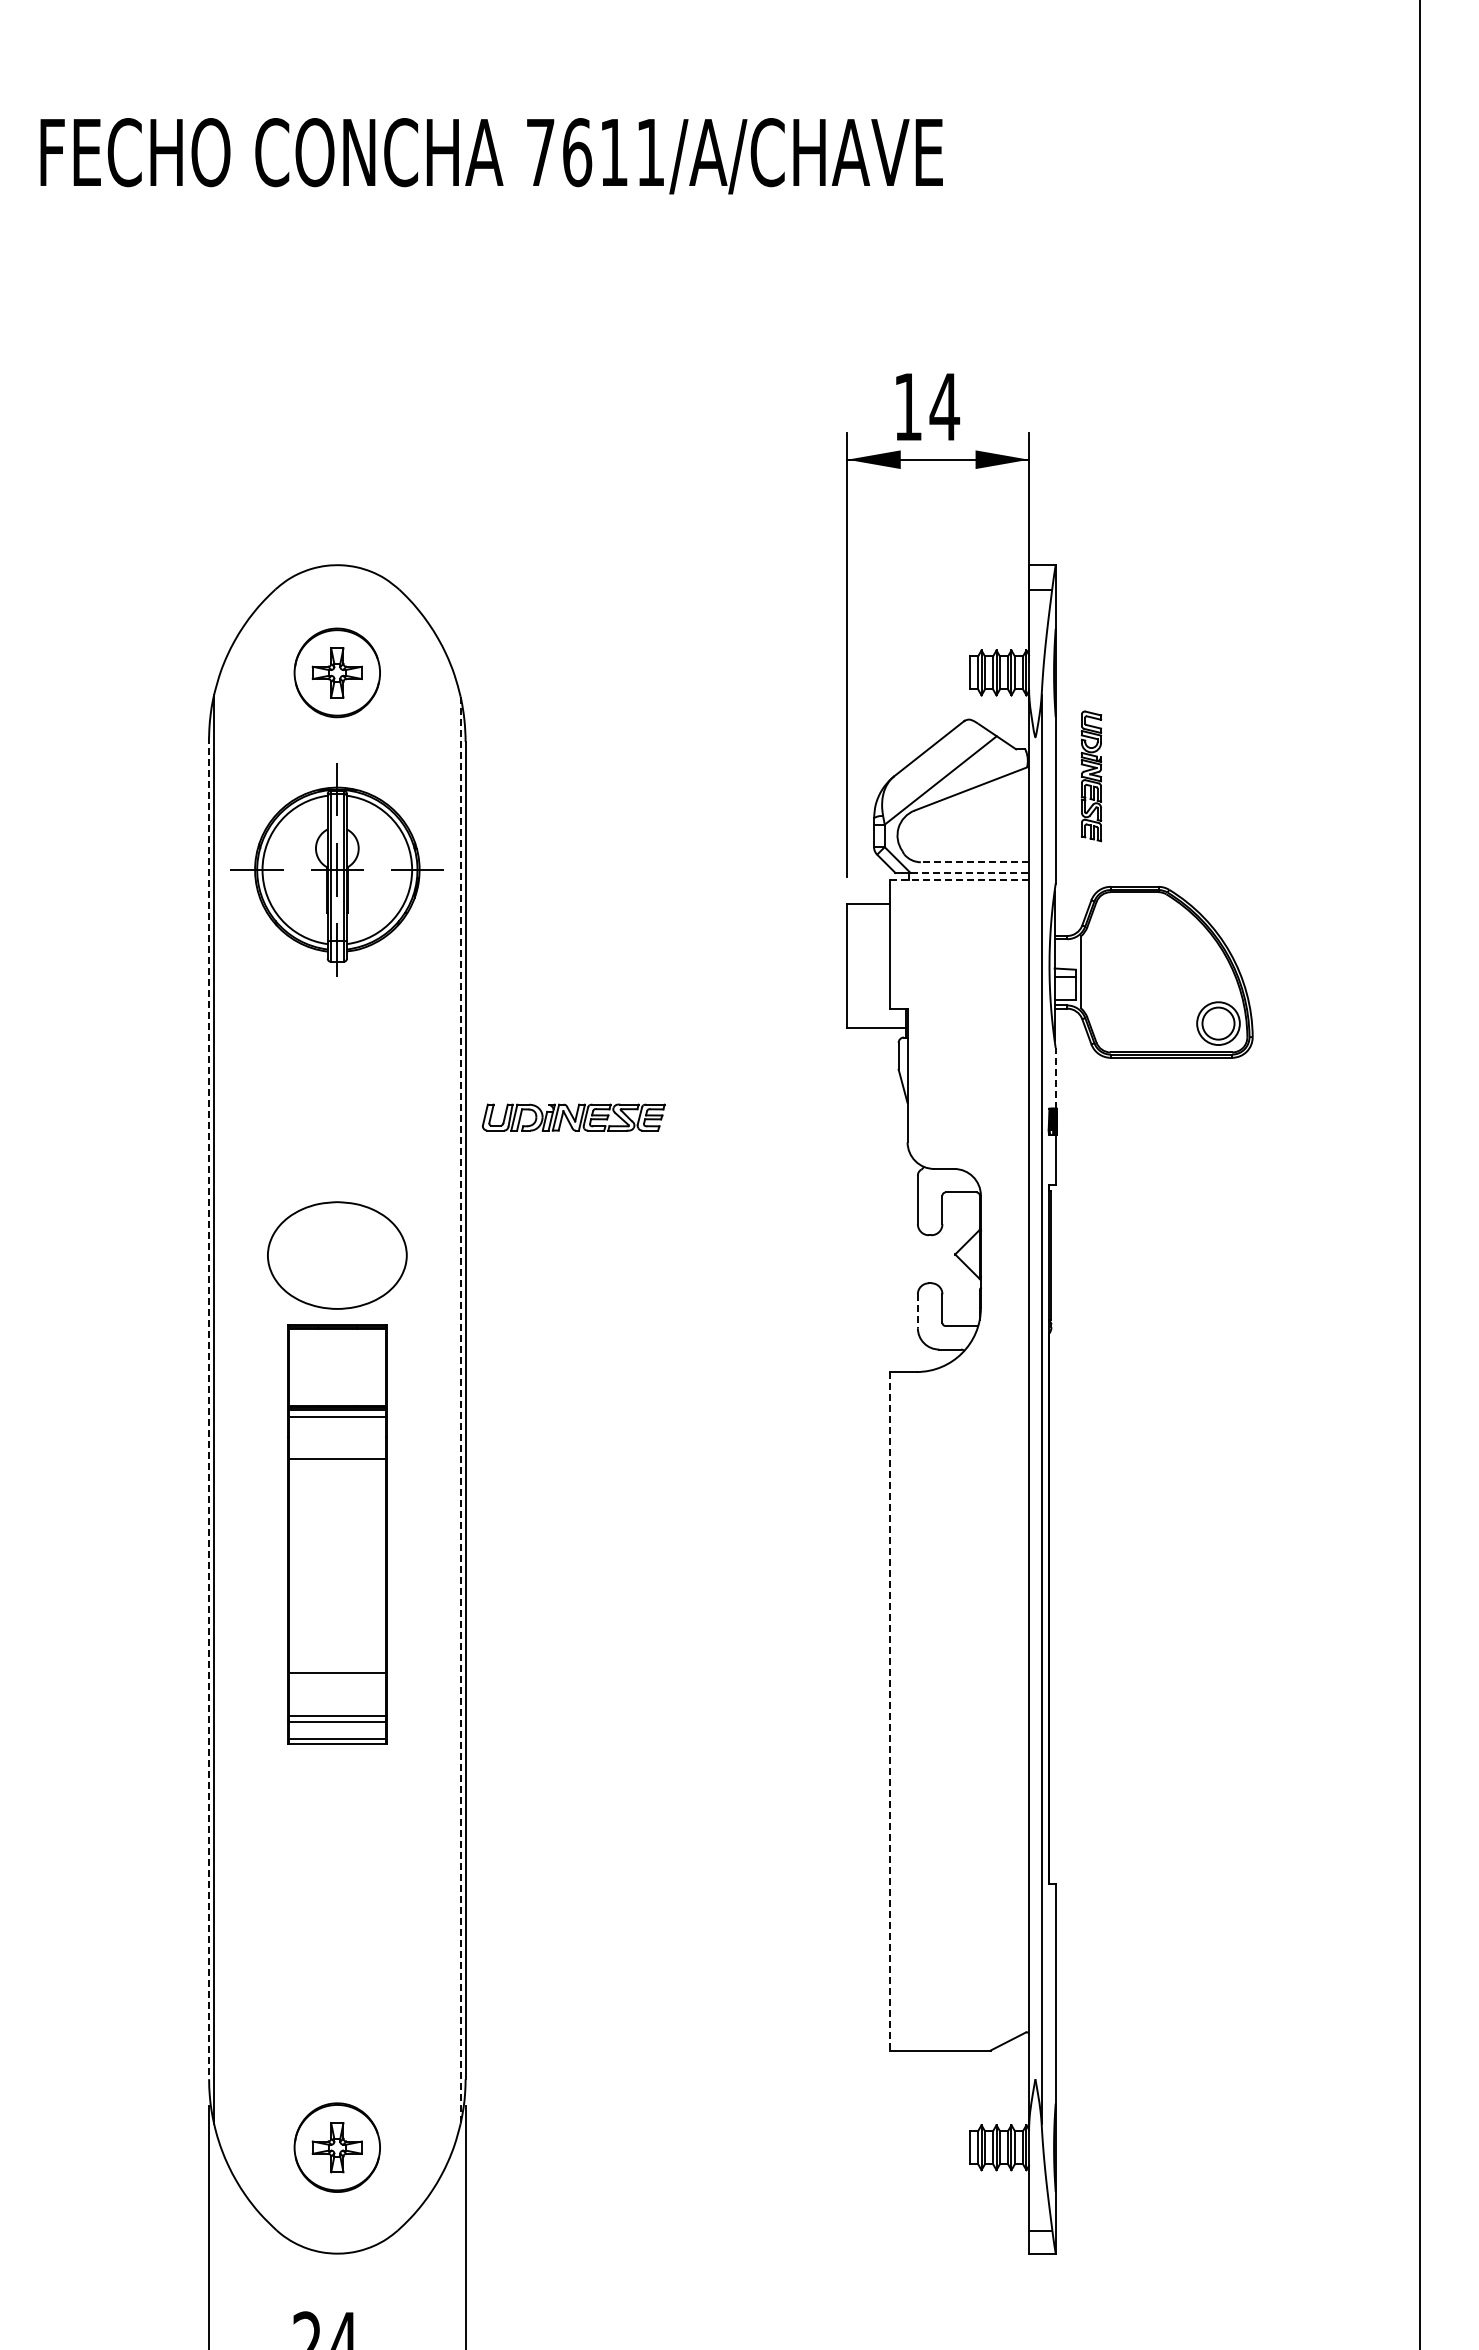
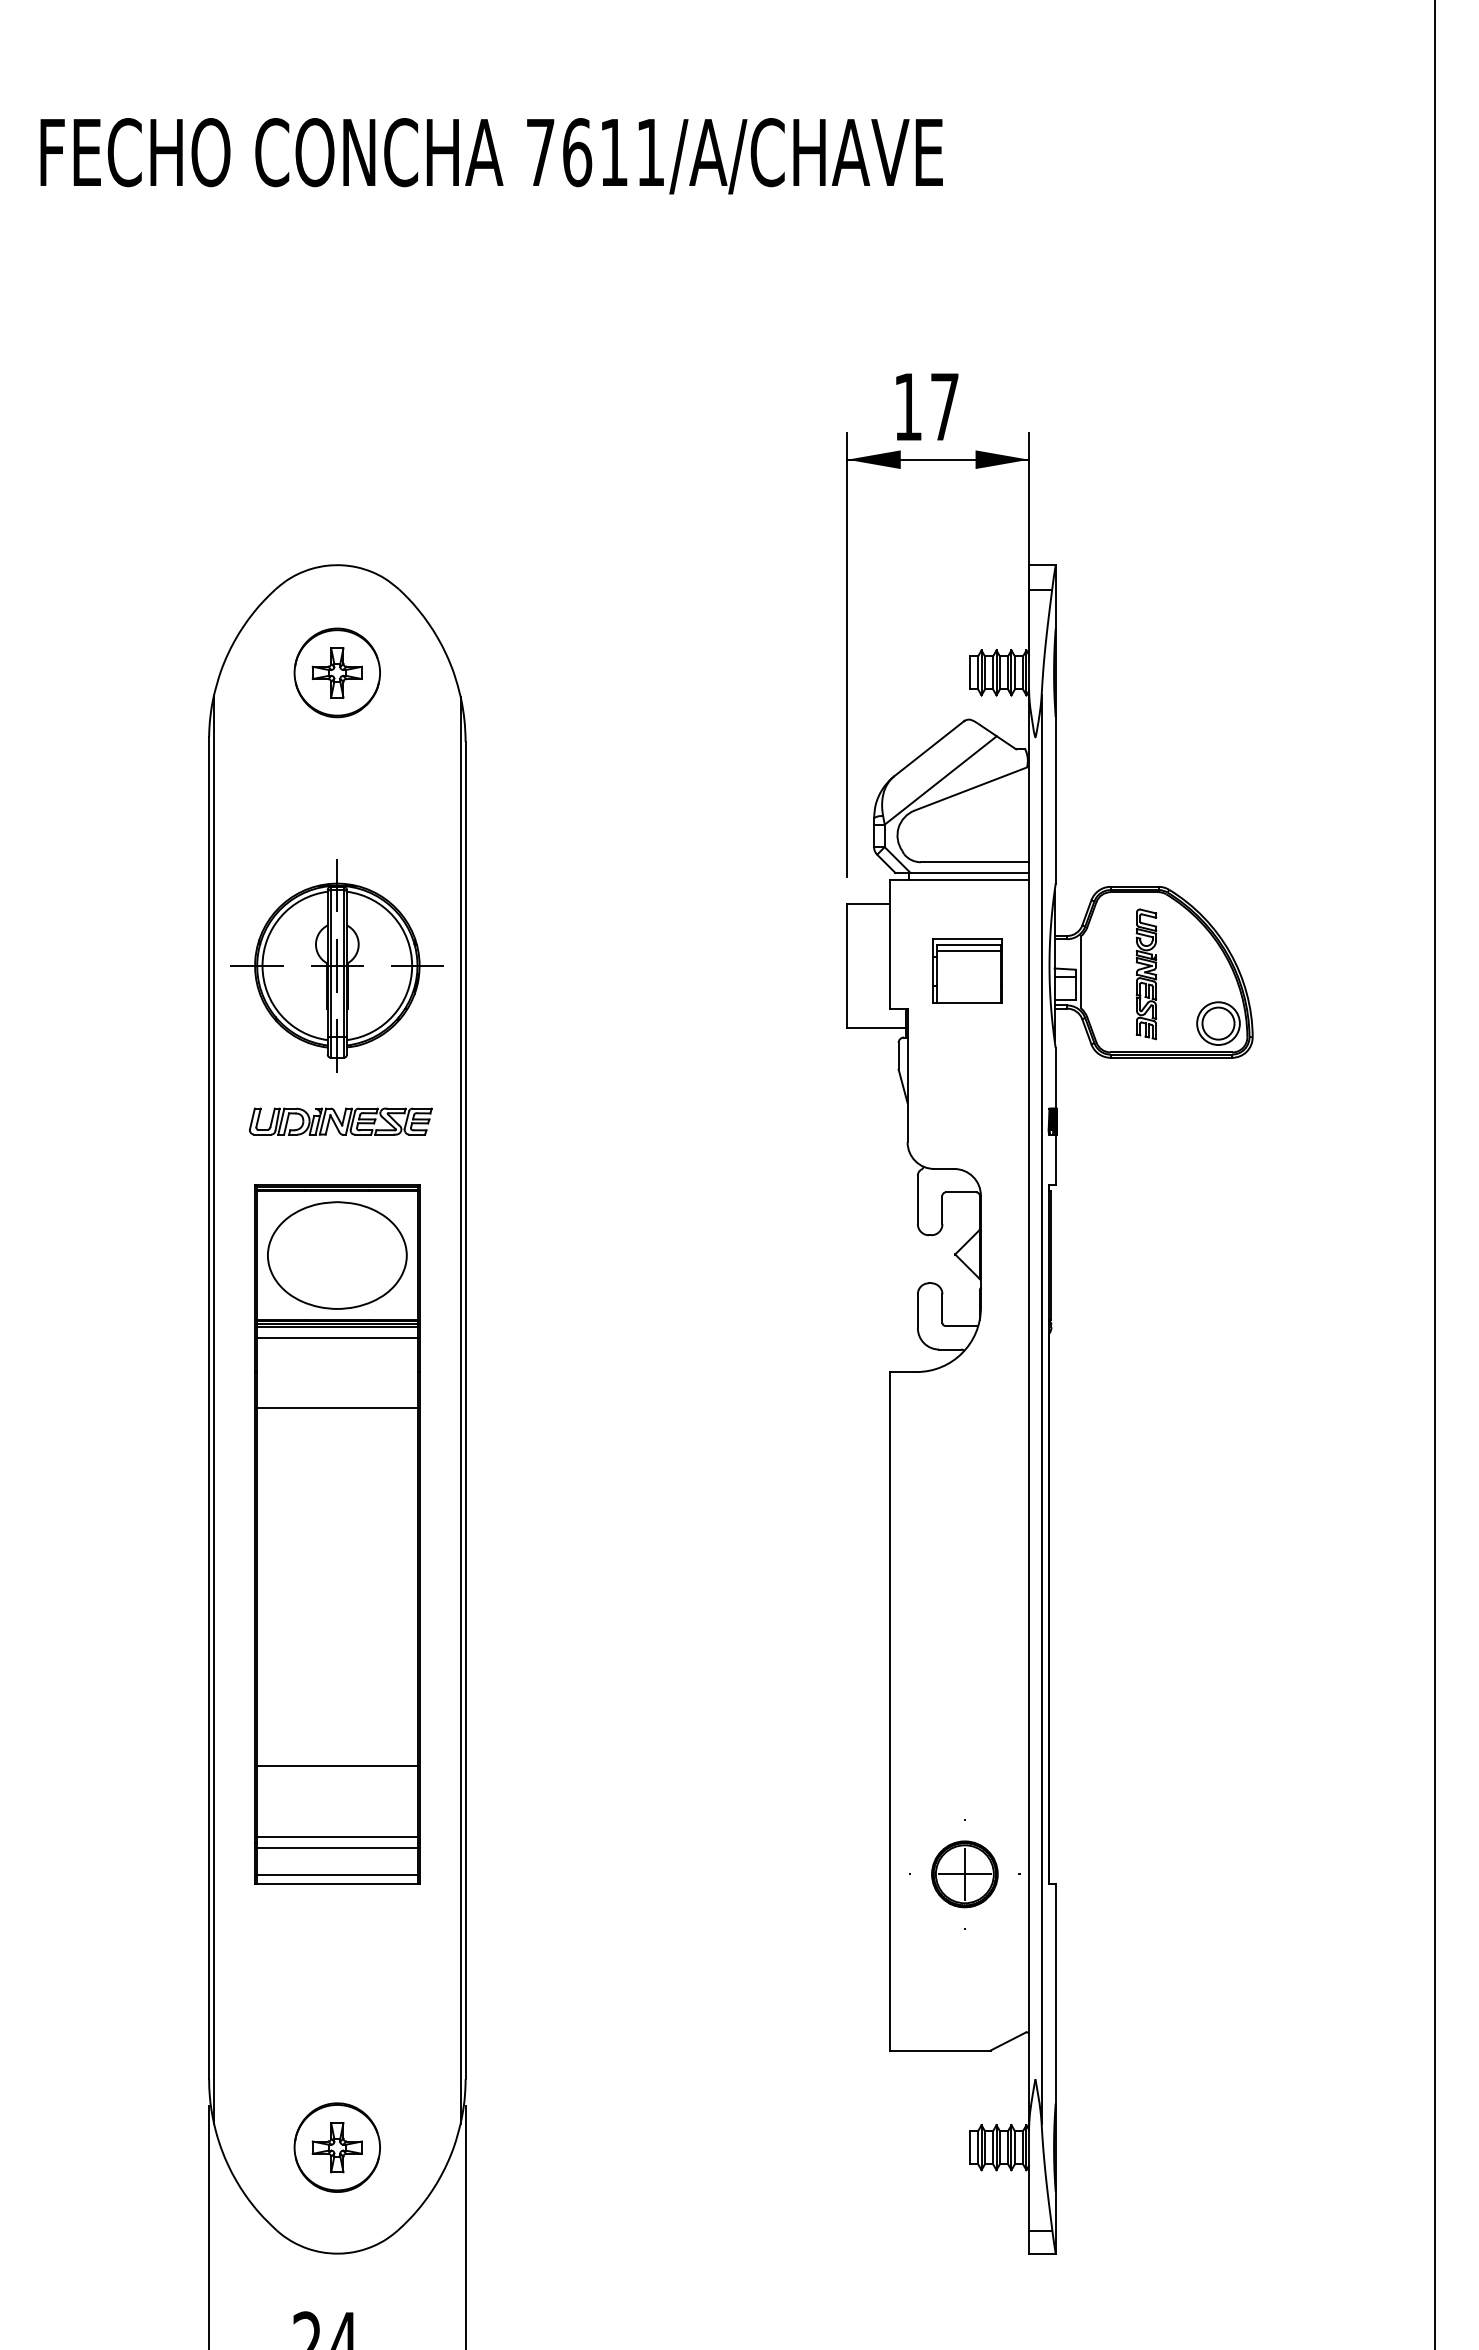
text at (944, 406): 14 -> 17
part at (1091, 776) position: (1091, 776) -> (1146, 974)
line at (974, 862): dashed -> solid
part at (336, 869) position: (336, 869) -> (336, 965)
line at (970, 872): dashed -> solid
line at (959, 880): dashed -> solid
part at (967, 970): none -> present
line at (1055, 1077): dashed -> solid
part at (573, 1117) position: (573, 1117) -> (340, 1121)
line at (1419, 1174) position: (1419, 1174) -> (1434, 1174)
line at (917, 1311): dashed -> solid
line at (209, 1408): dashed -> solid
line at (460, 1410): dashed -> solid
part at (337, 1534) size: 101x421 px -> 167x701 px
line at (890, 1711): dashed -> solid
part at (964, 1874): none -> present
